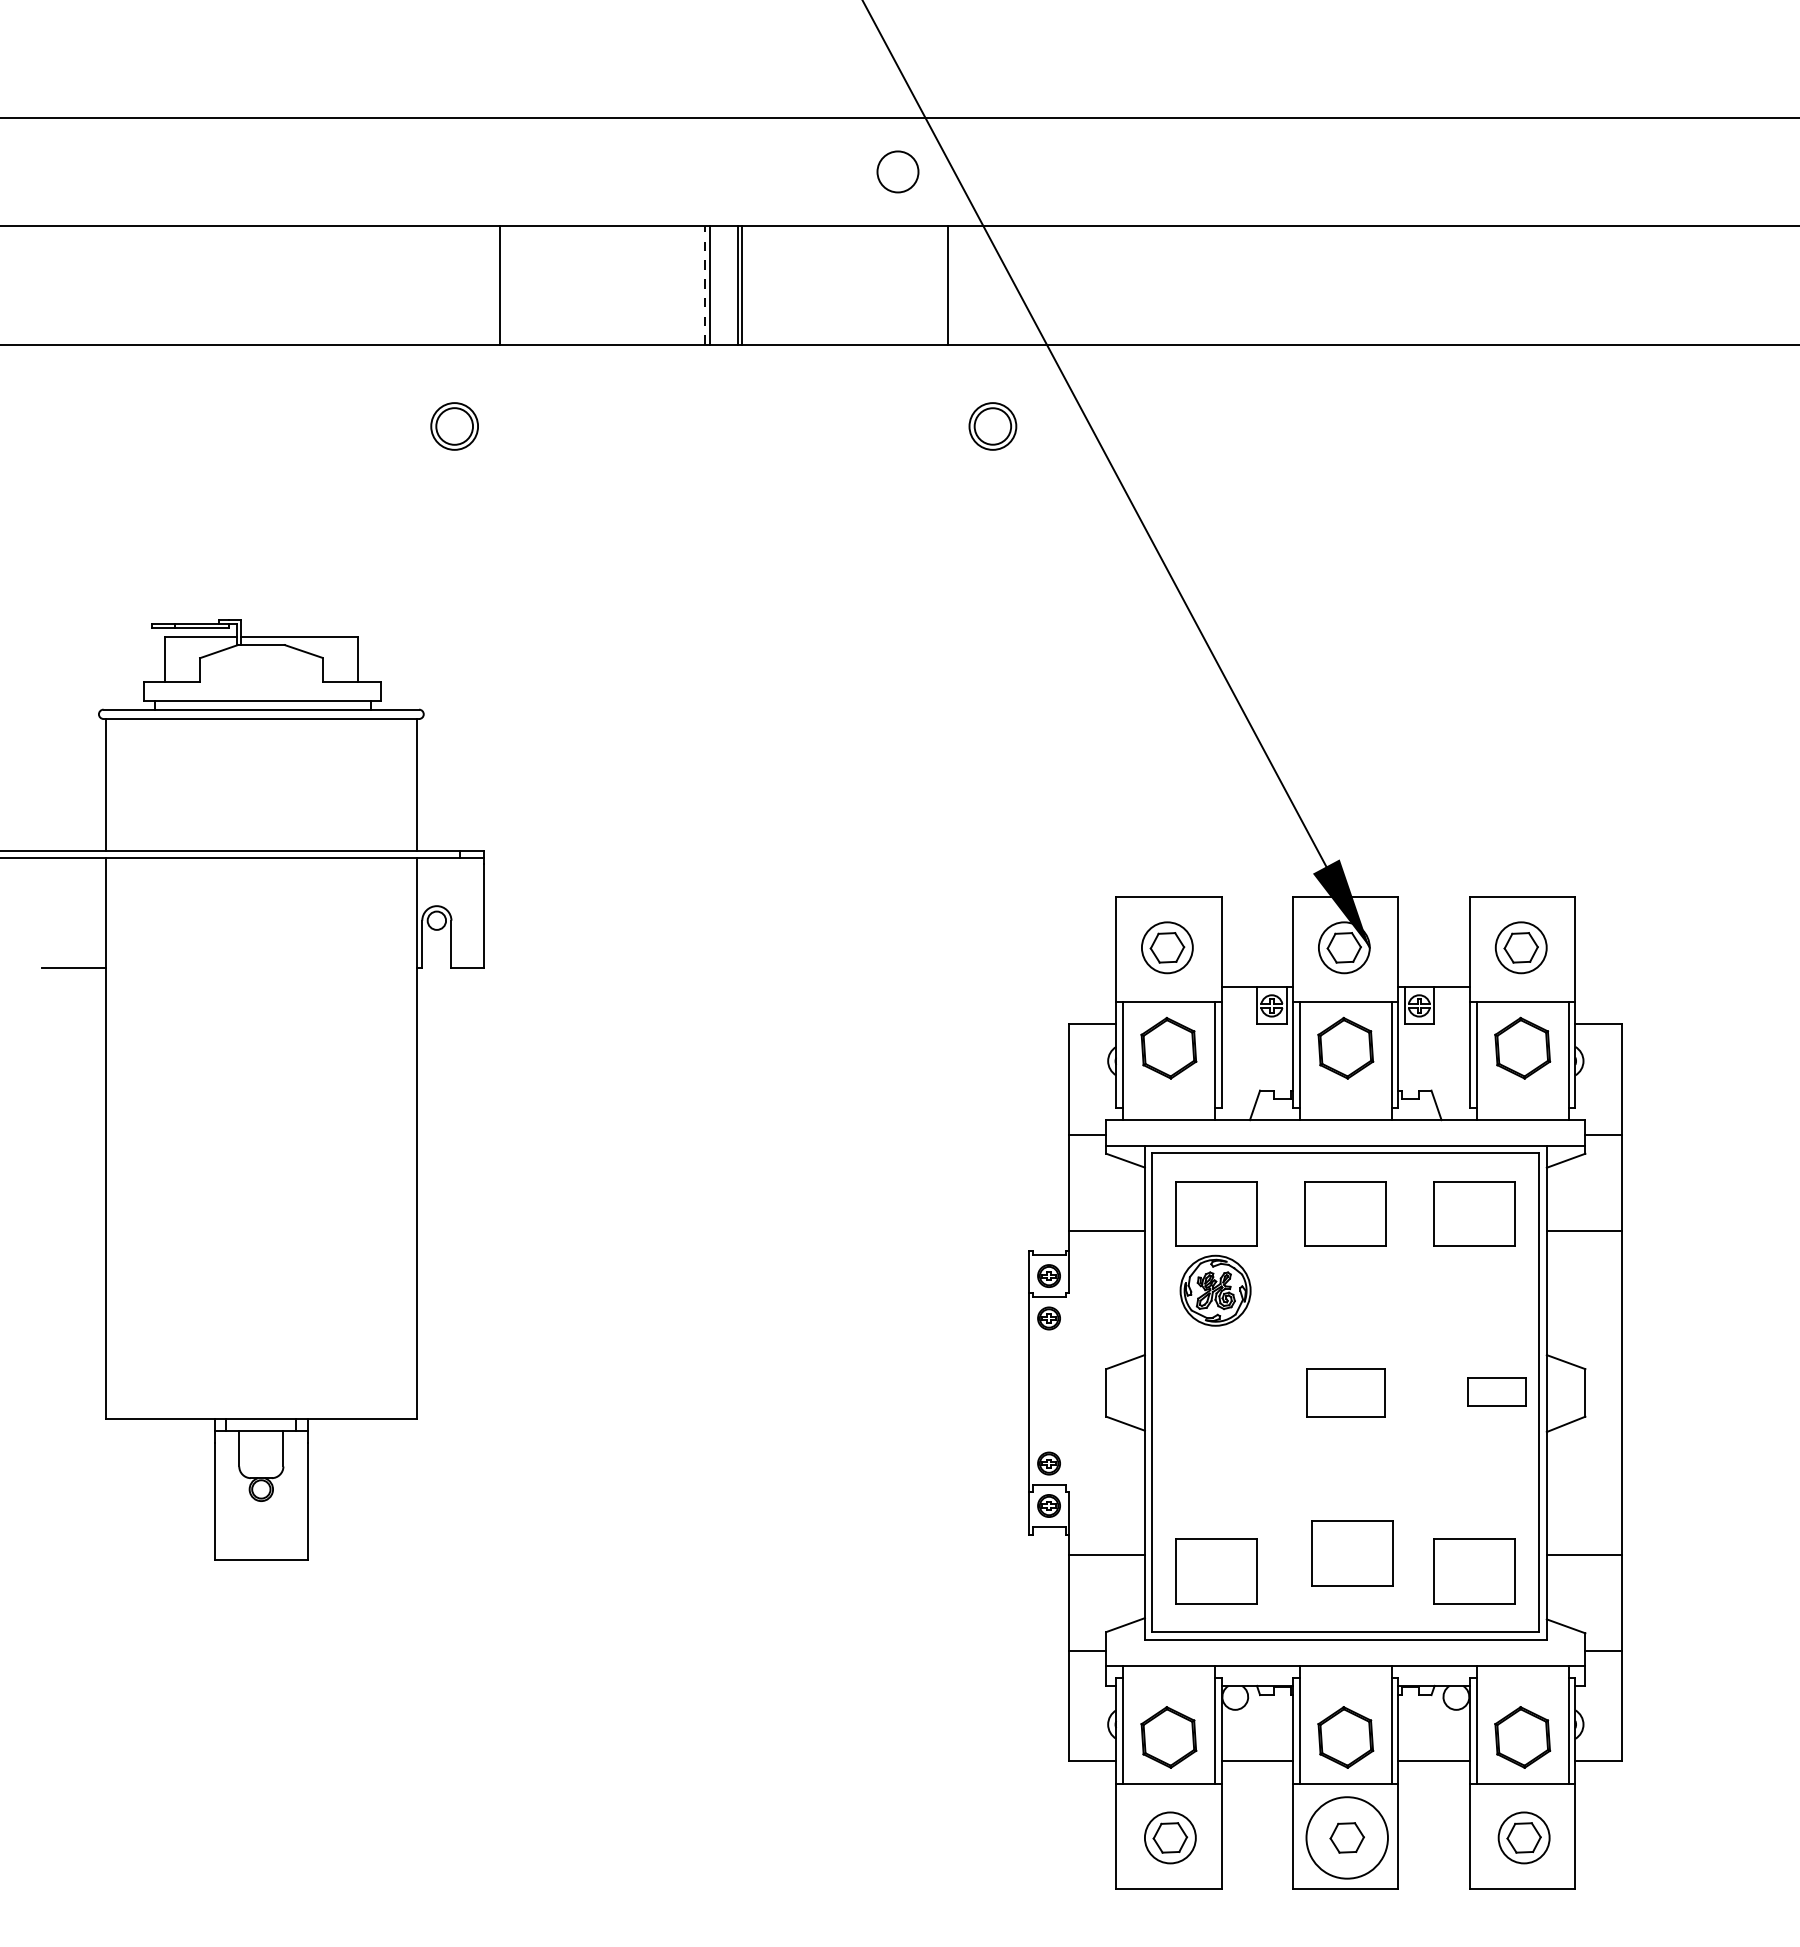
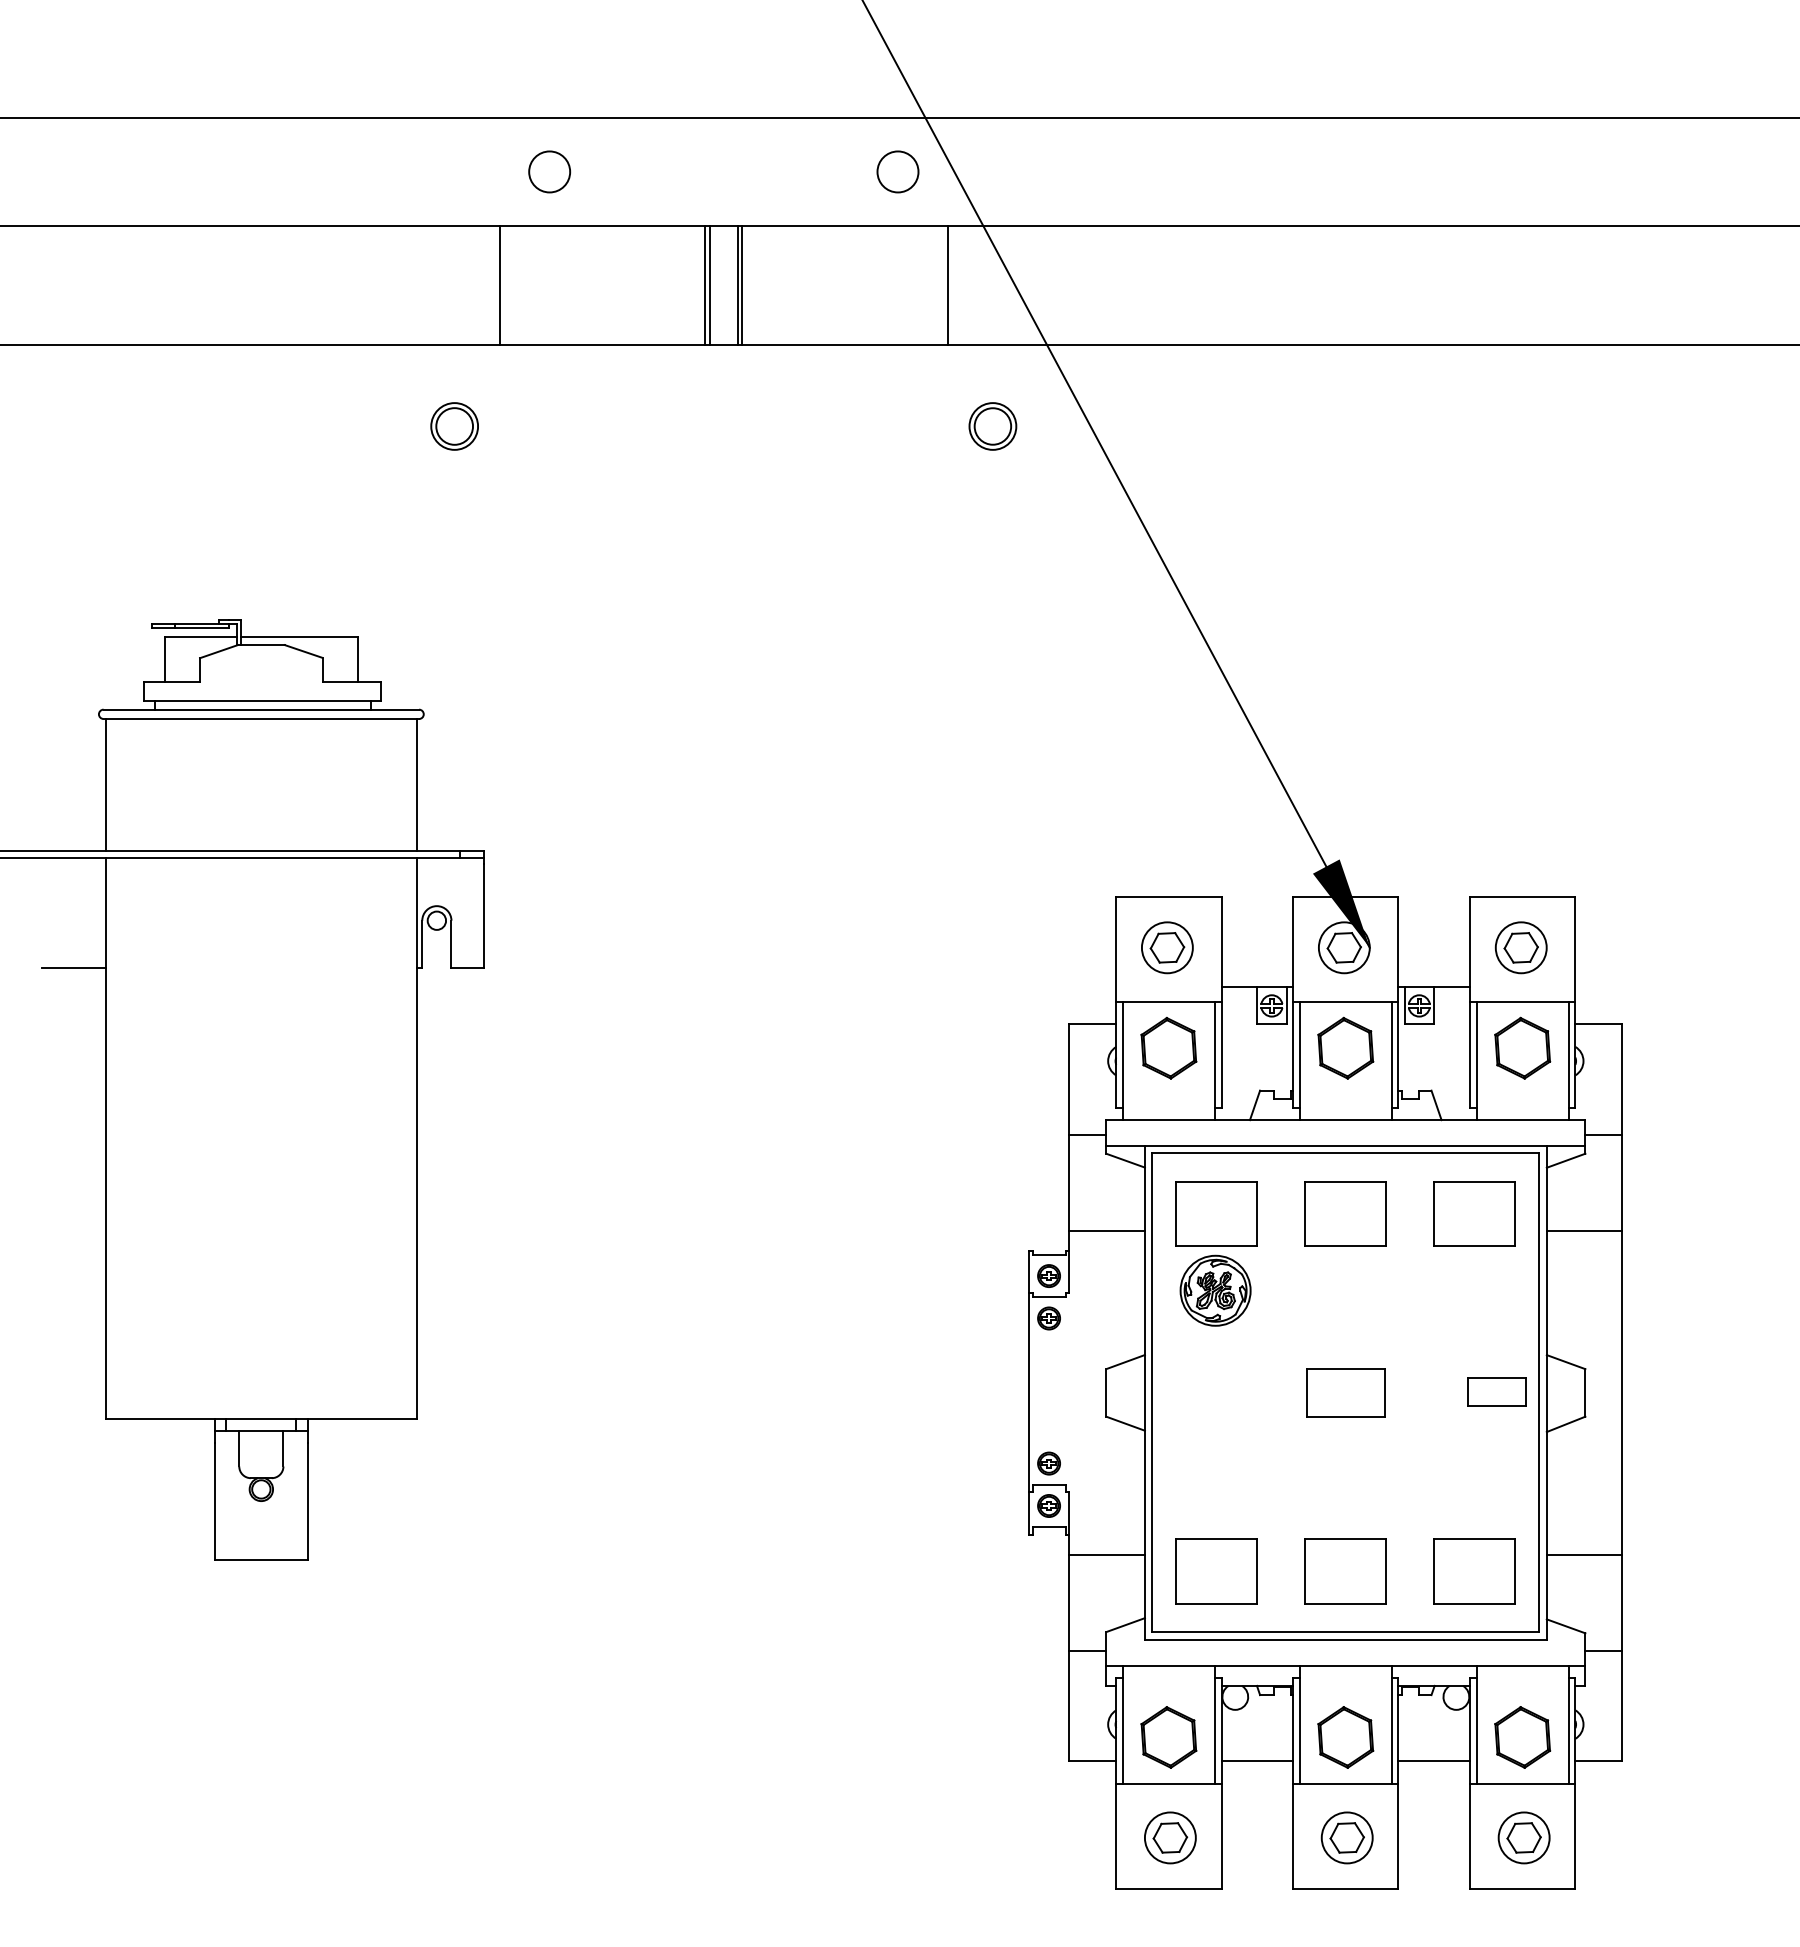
circle at (549, 171): none -> present
line at (705, 284): dashed -> solid
part at (1352, 1553) position: (1352, 1553) -> (1345, 1571)
circle at (1346, 1837) diameter: 81 px -> 51 px
